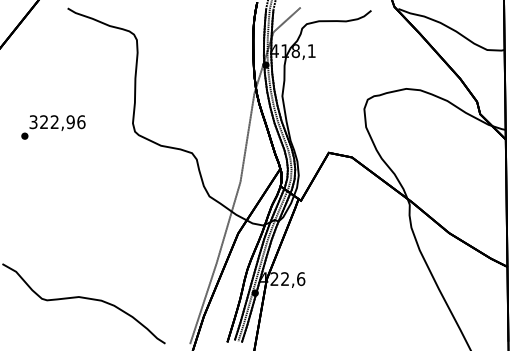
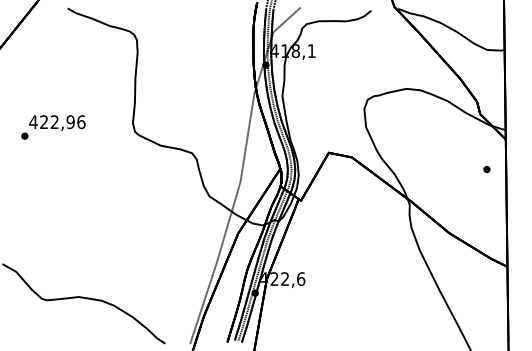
text at (33, 122): 322,96 -> 422,96
part at (486, 169): none -> present
